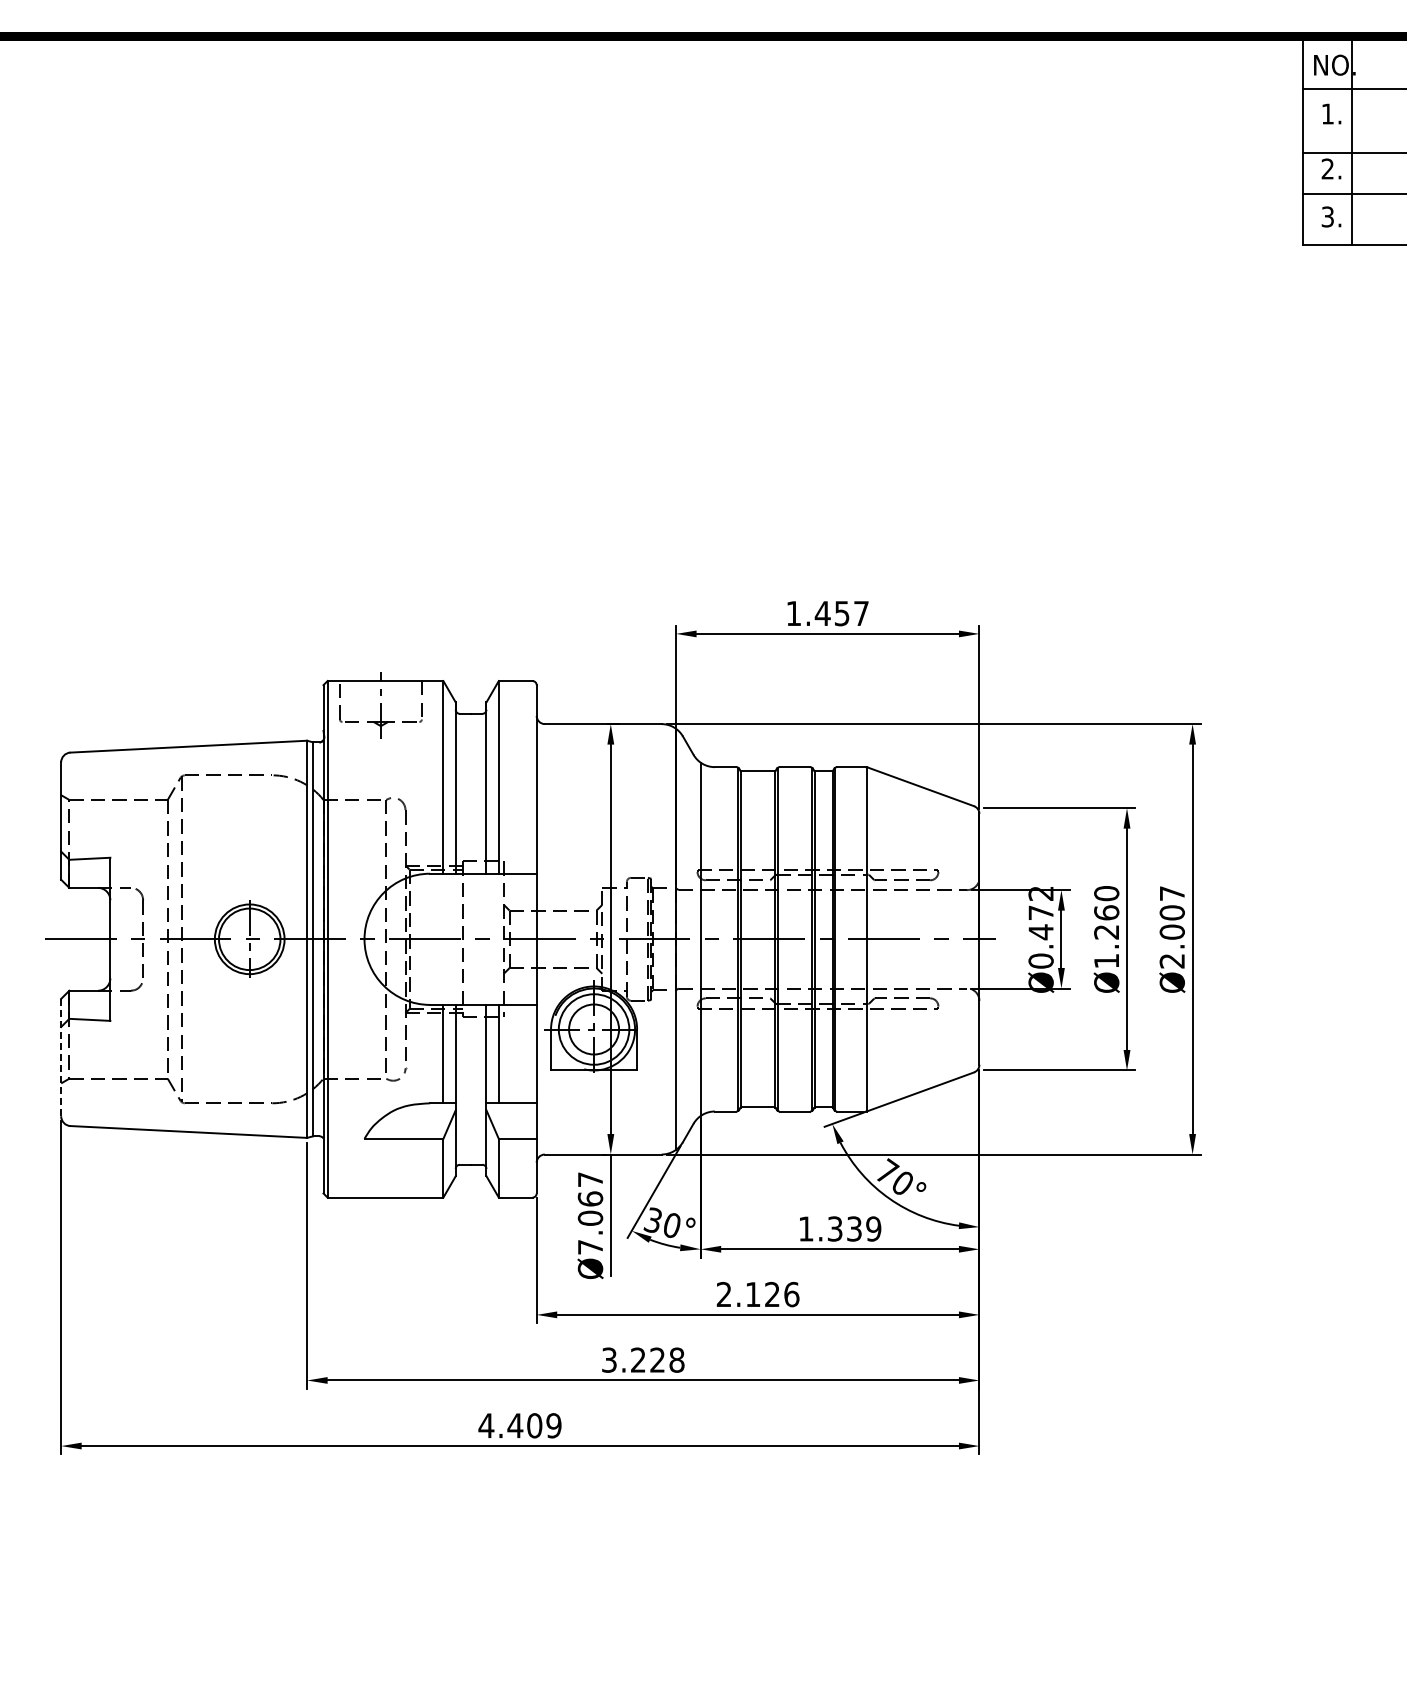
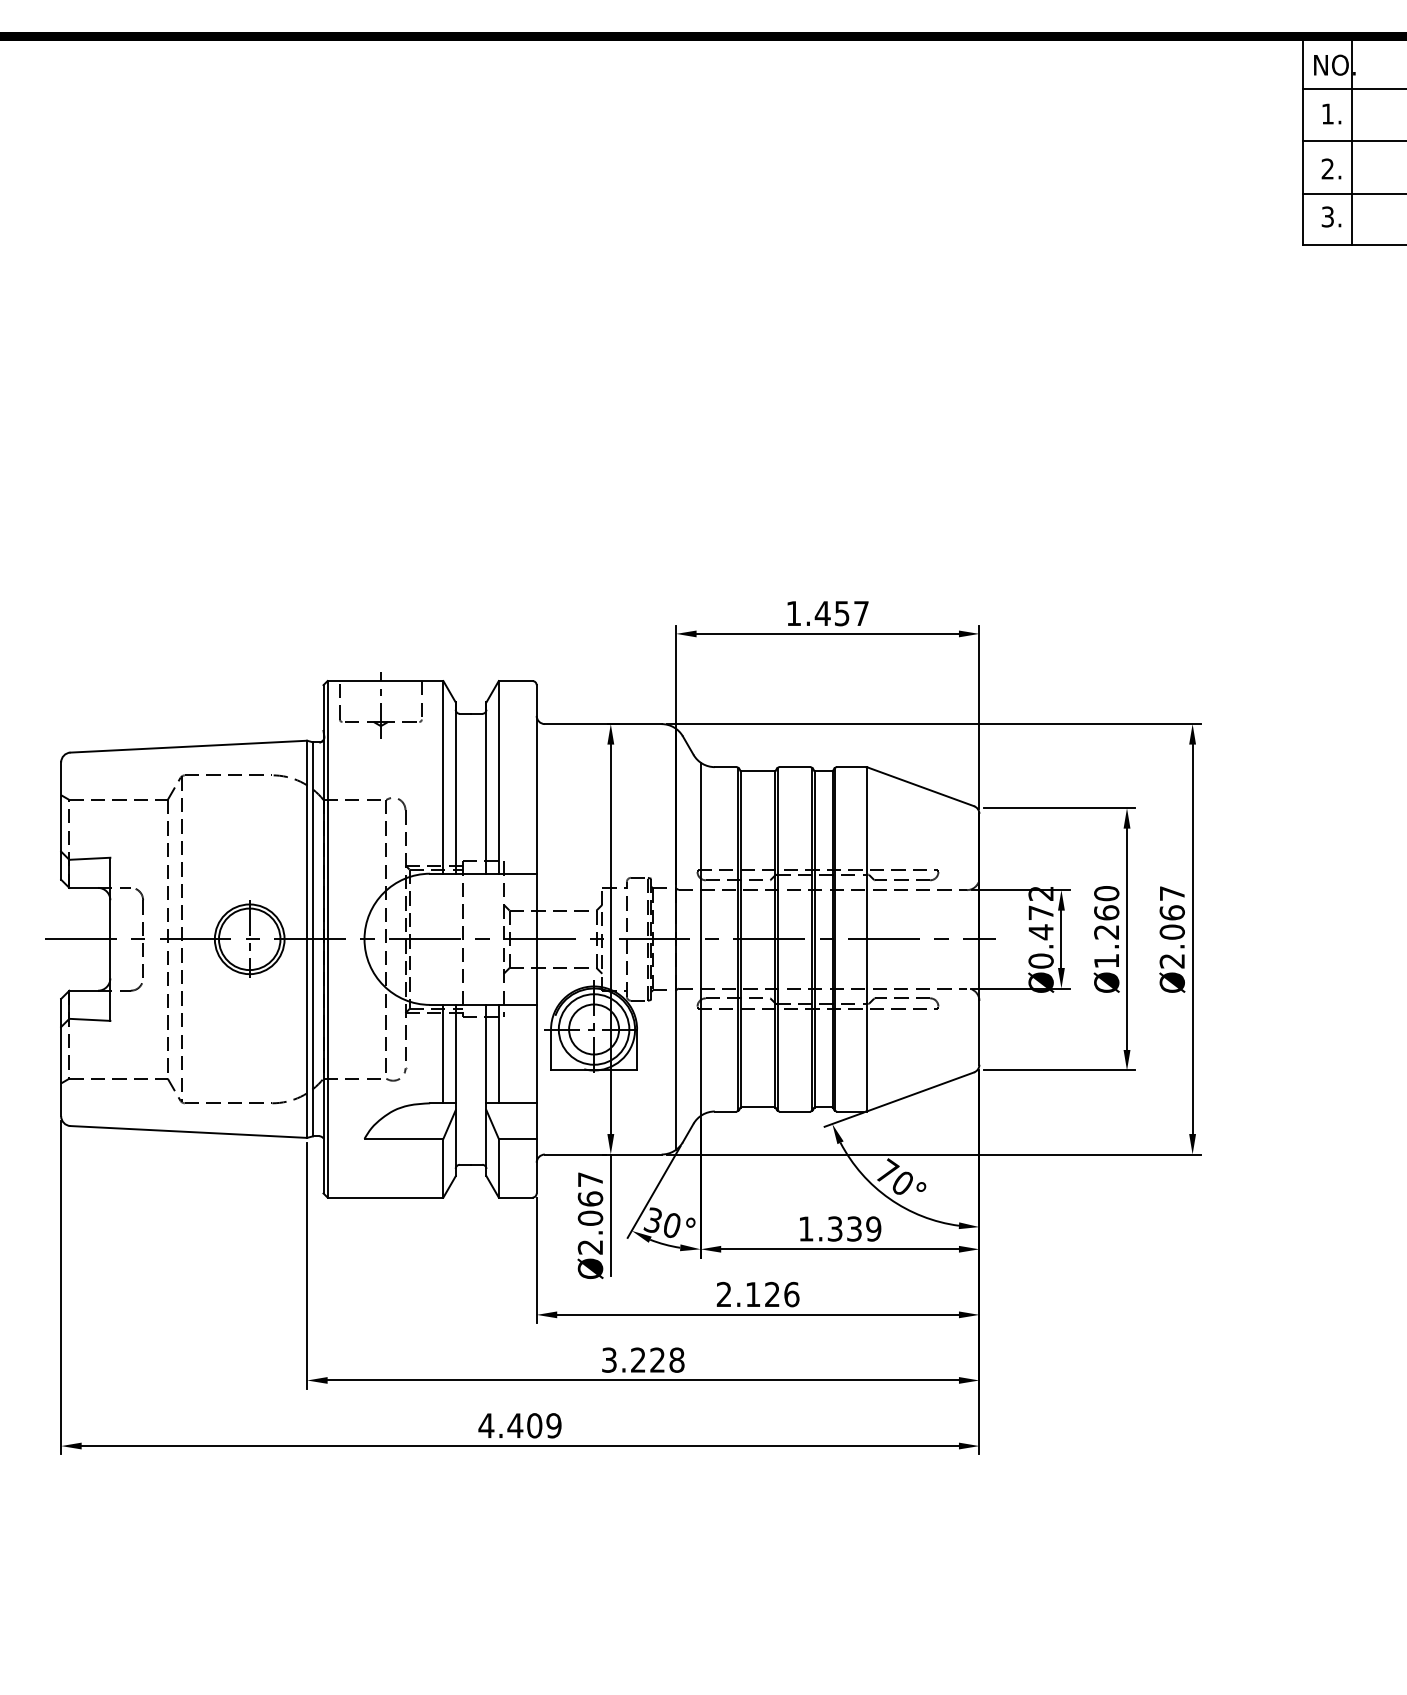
line at (1352, 153) position: (1352, 153) -> (1352, 141)
text at (1171, 912): Ø2.007 -> Ø2.067
line at (61, 1057): dashed -> solid
text at (589, 1247): Ø7.067 -> Ø2.067
